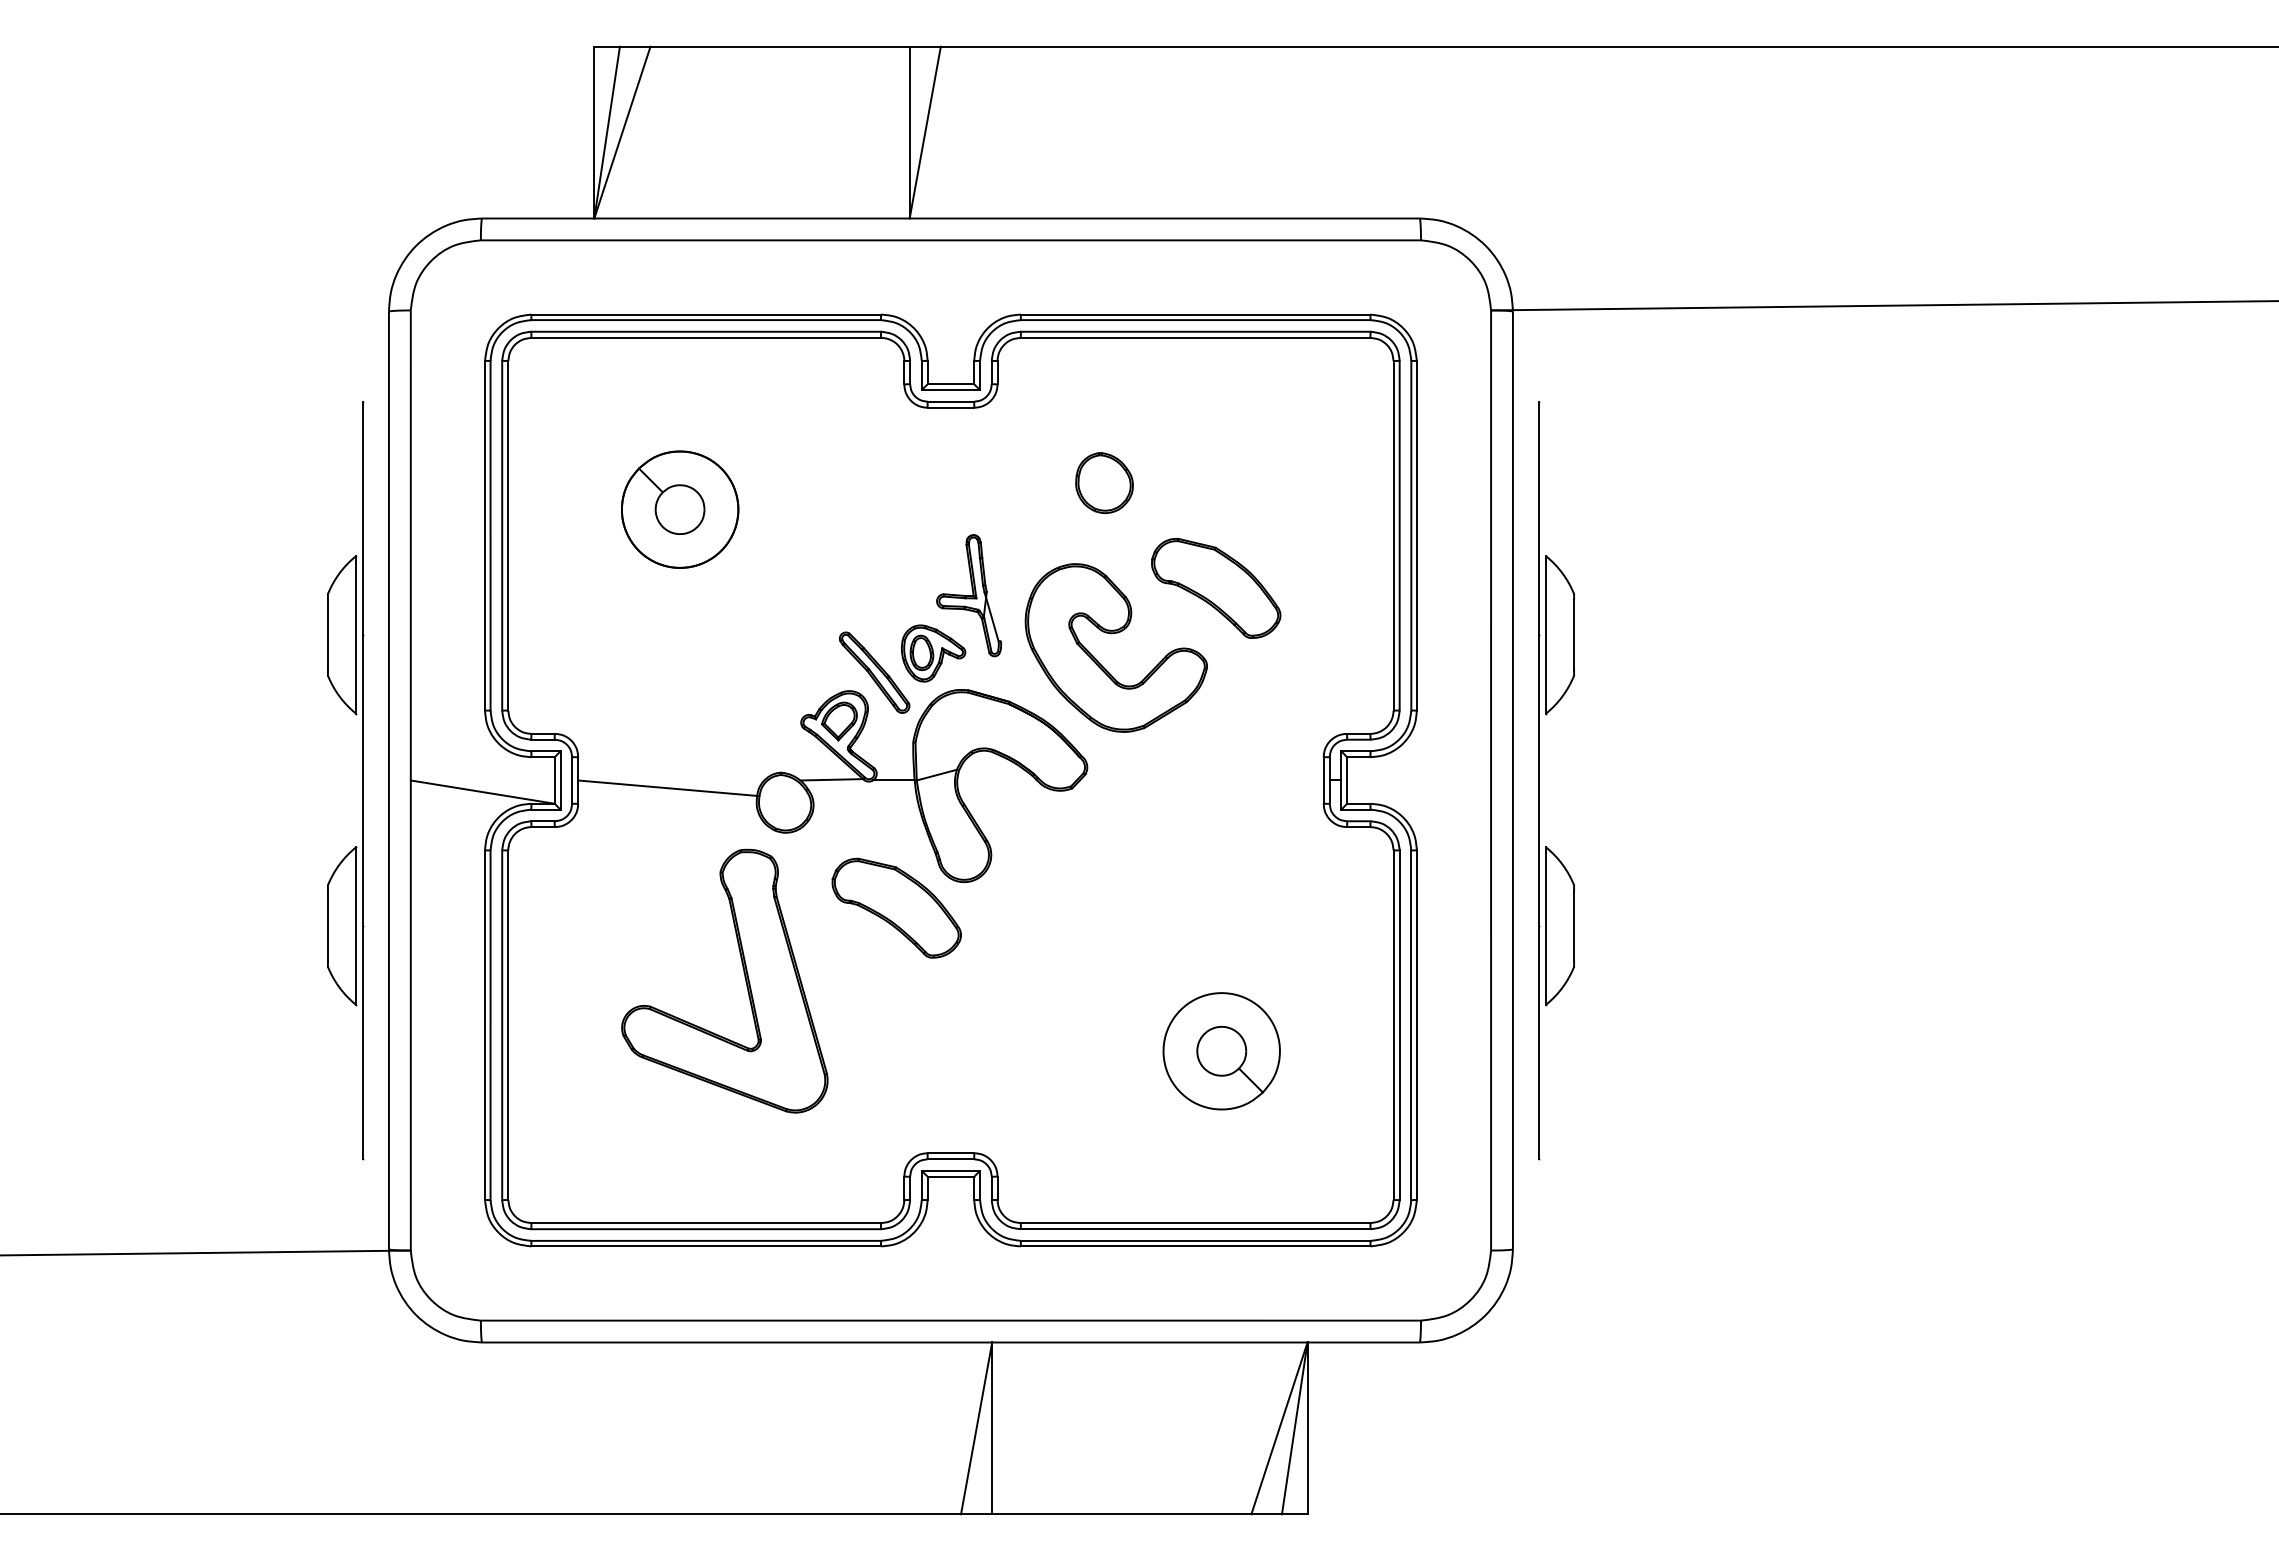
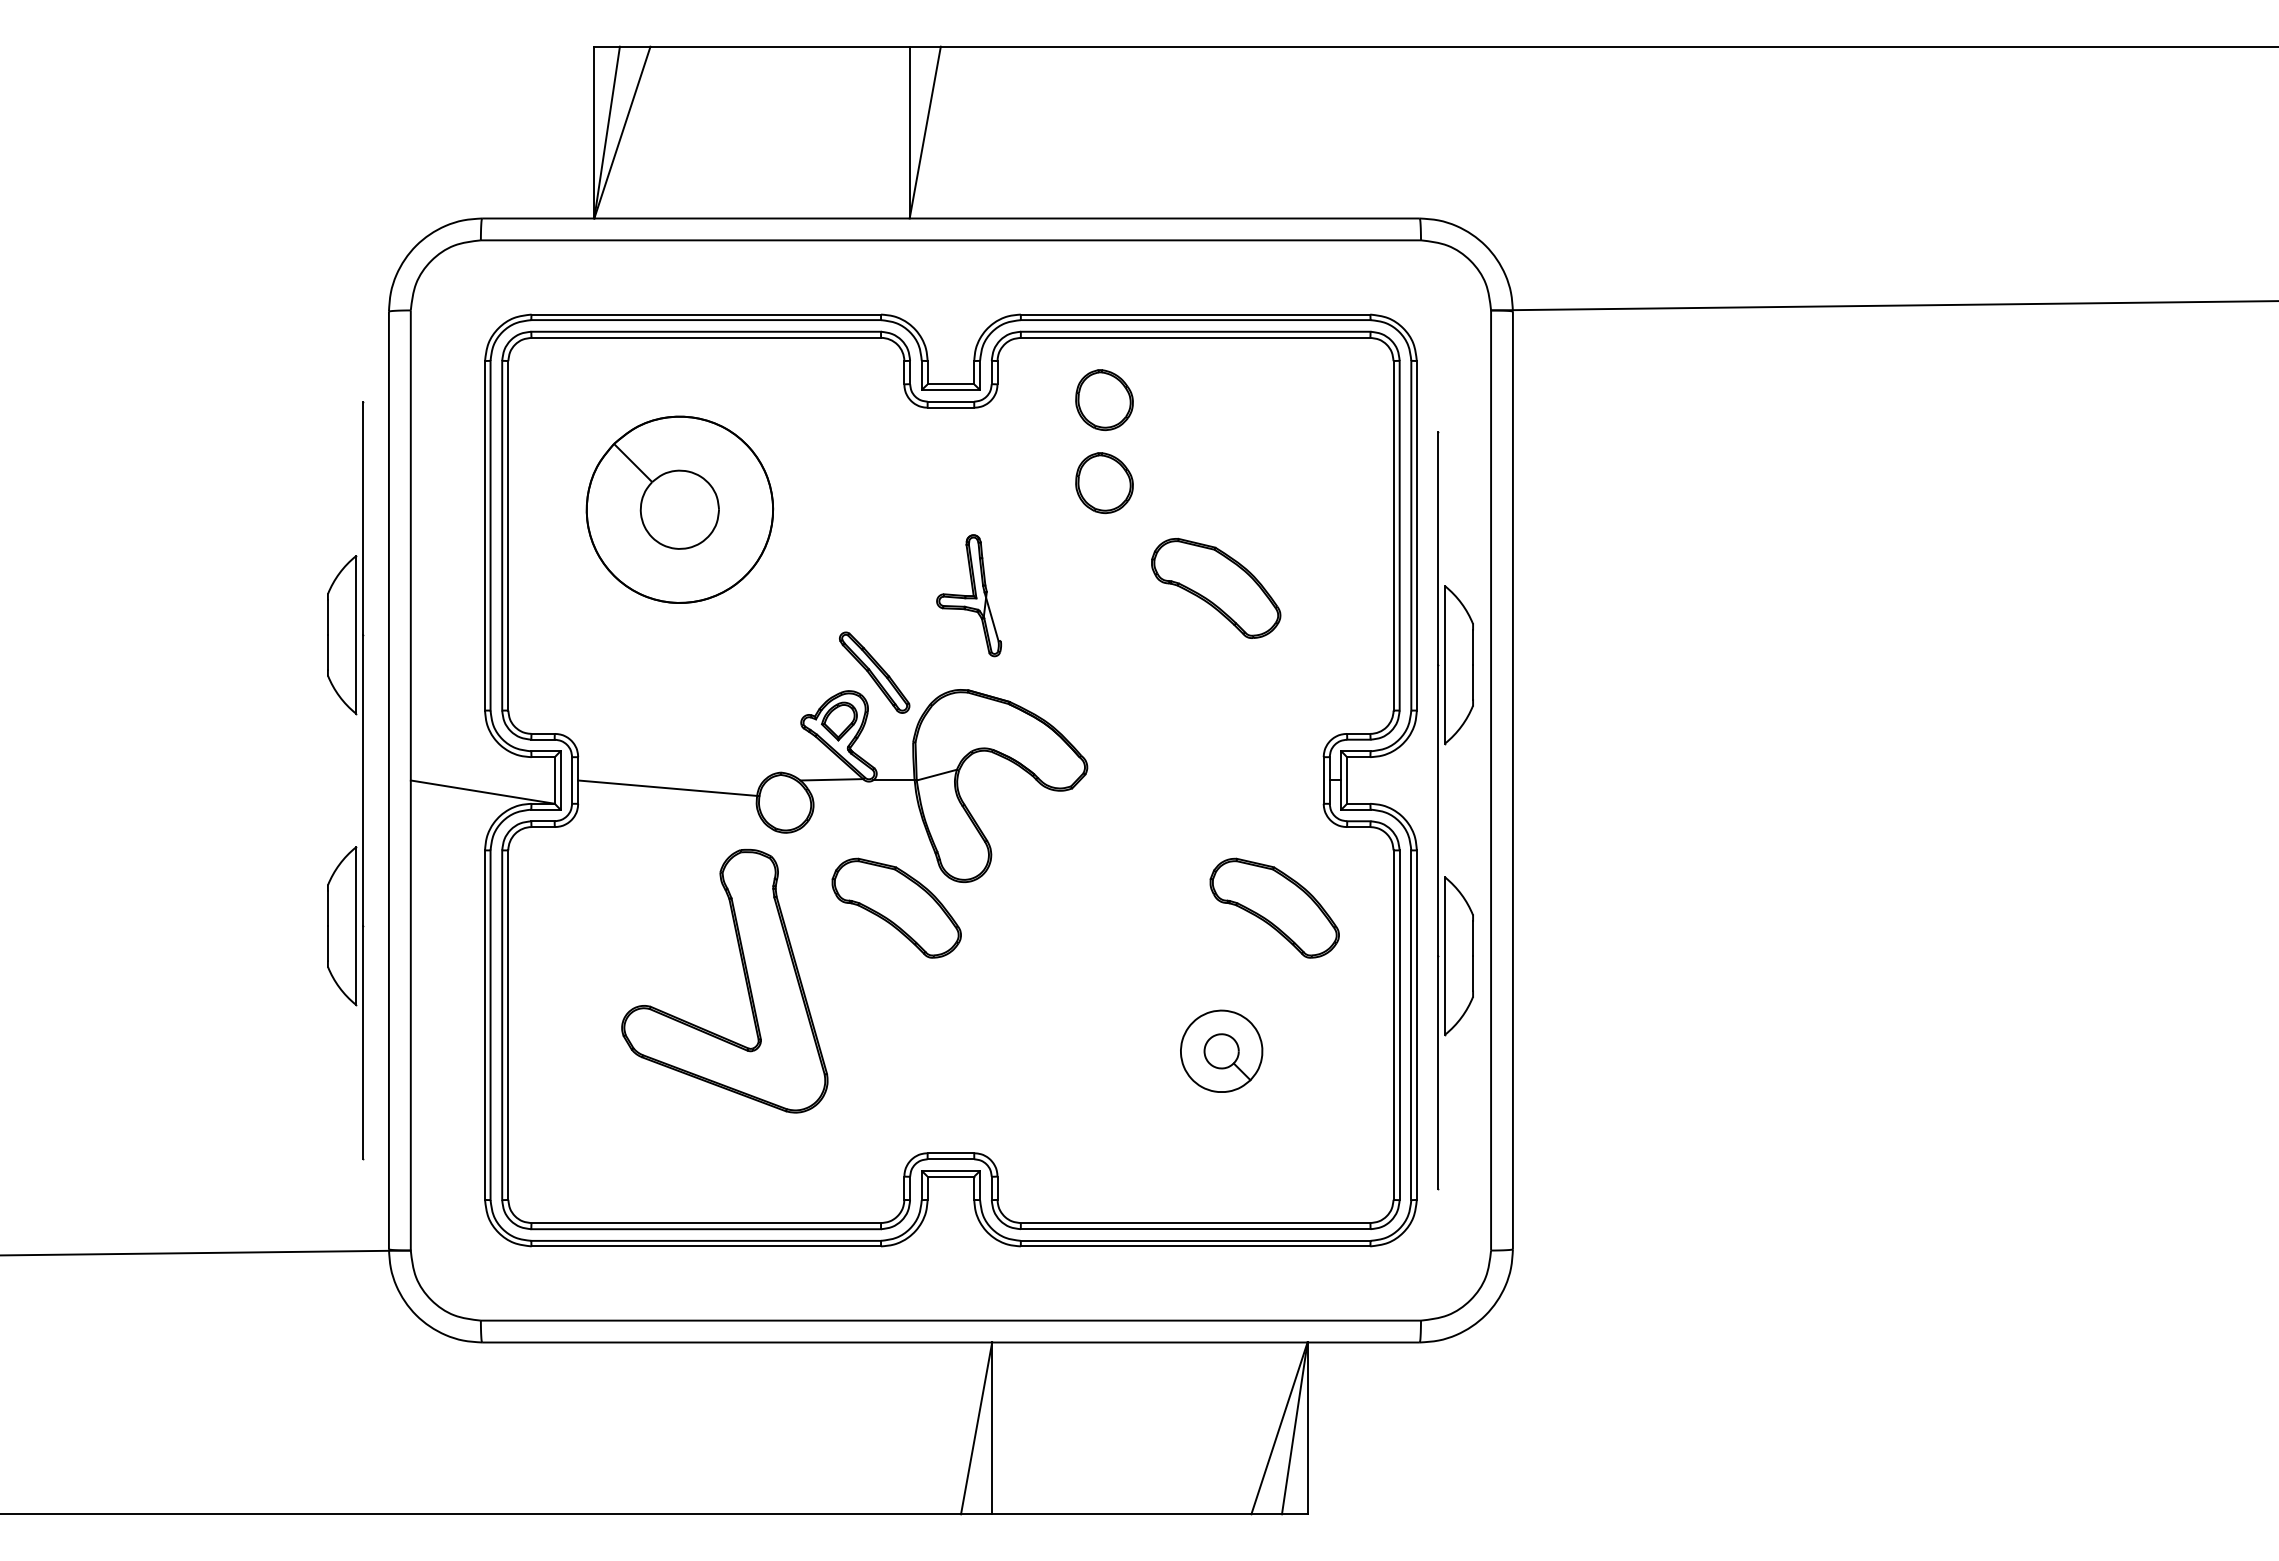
part at (1104, 400): none -> present
part at (680, 509) size: 119x119 px -> 190x189 px
part at (1112, 634): present -> none
part at (933, 653): present -> none
part at (1539, 780) position: (1539, 780) -> (1438, 810)
part at (1274, 907): none -> present
part at (1221, 1051) size: 119x119 px -> 84x84 px
